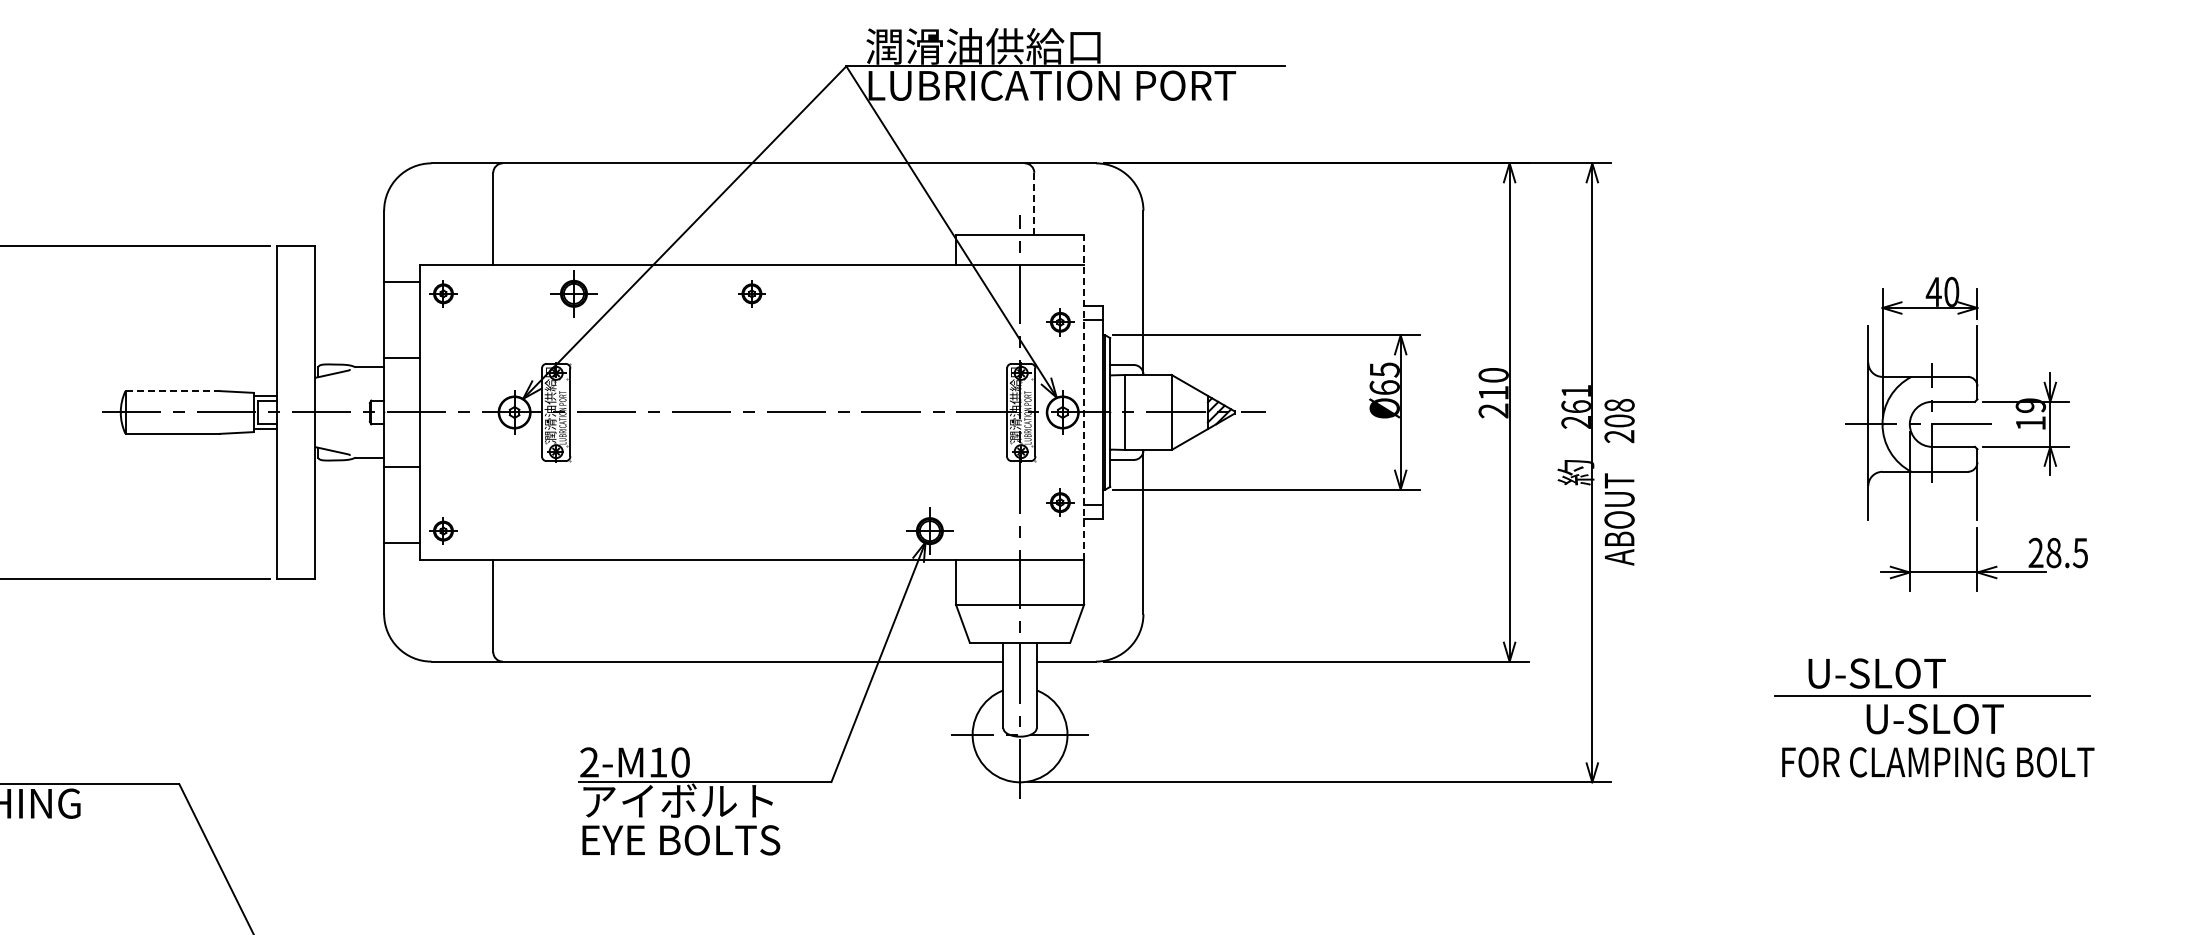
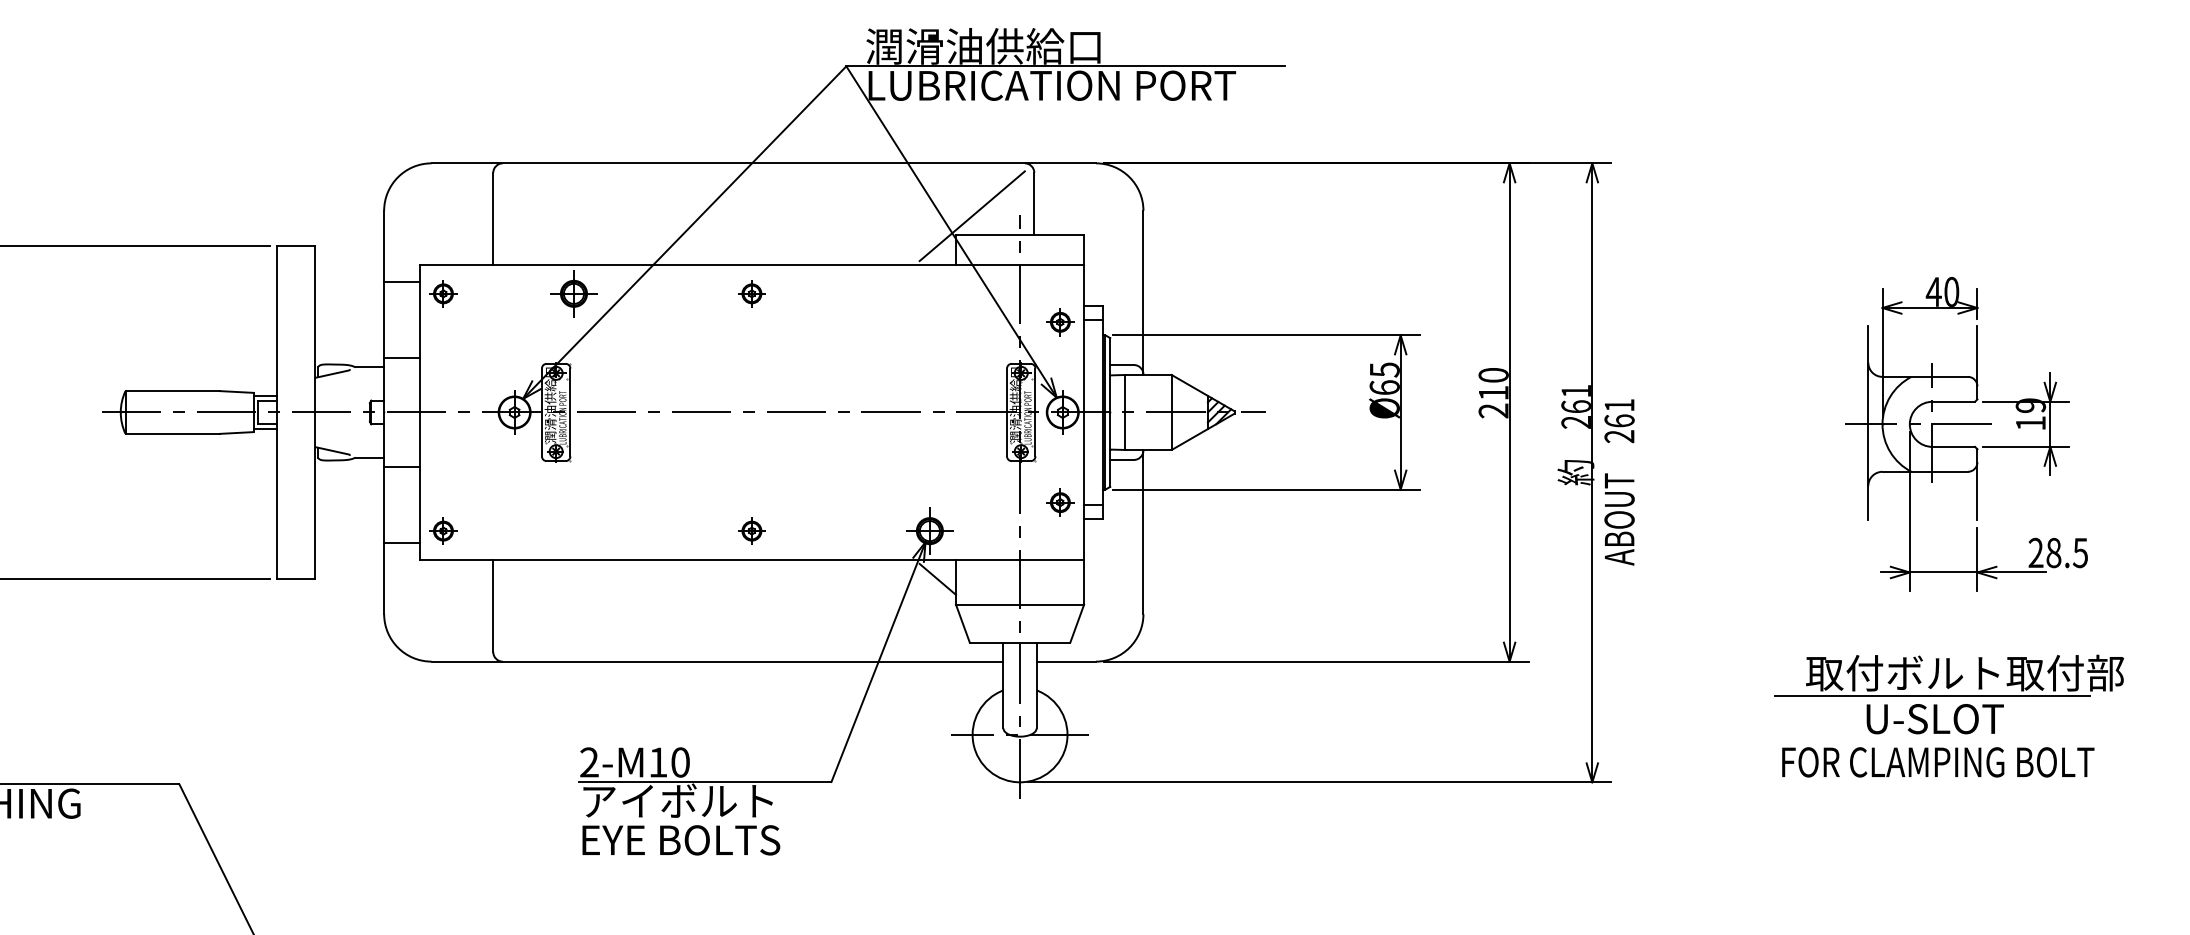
line at (1034, 203): dashed -> solid
line at (971, 216): none -> present
line at (173, 391): dashed -> solid
line at (1084, 397): dashed -> solid
text at (1619, 412): 208 -> 261
part at (751, 530): none -> present
line at (937, 578): none -> present
text at (1965, 672): U-SLOT -> 取付ボルト取付部
